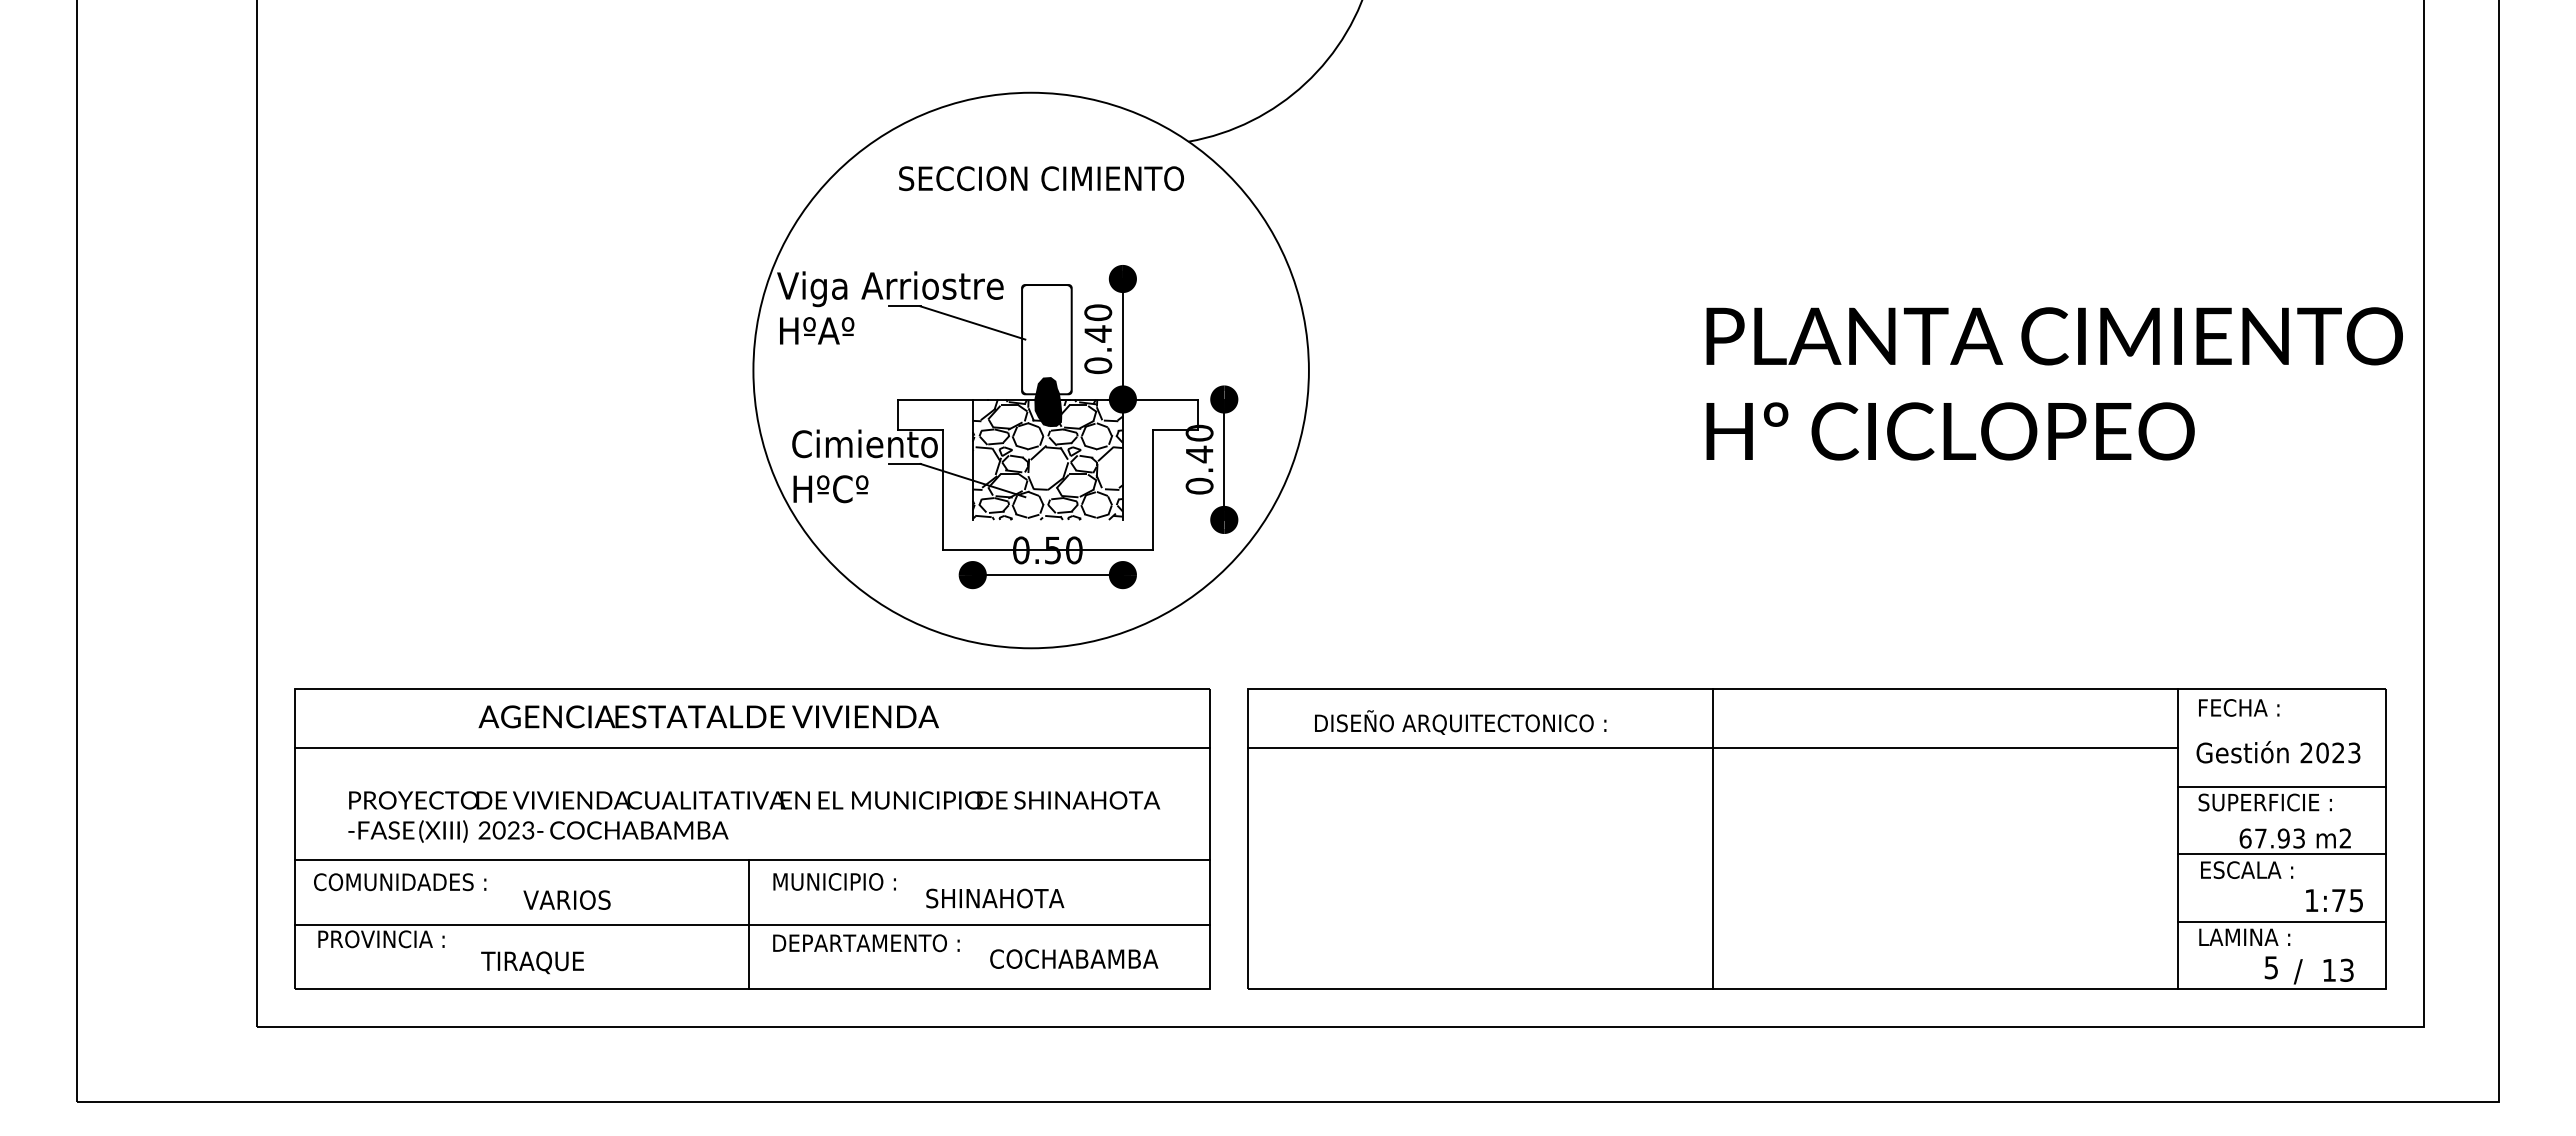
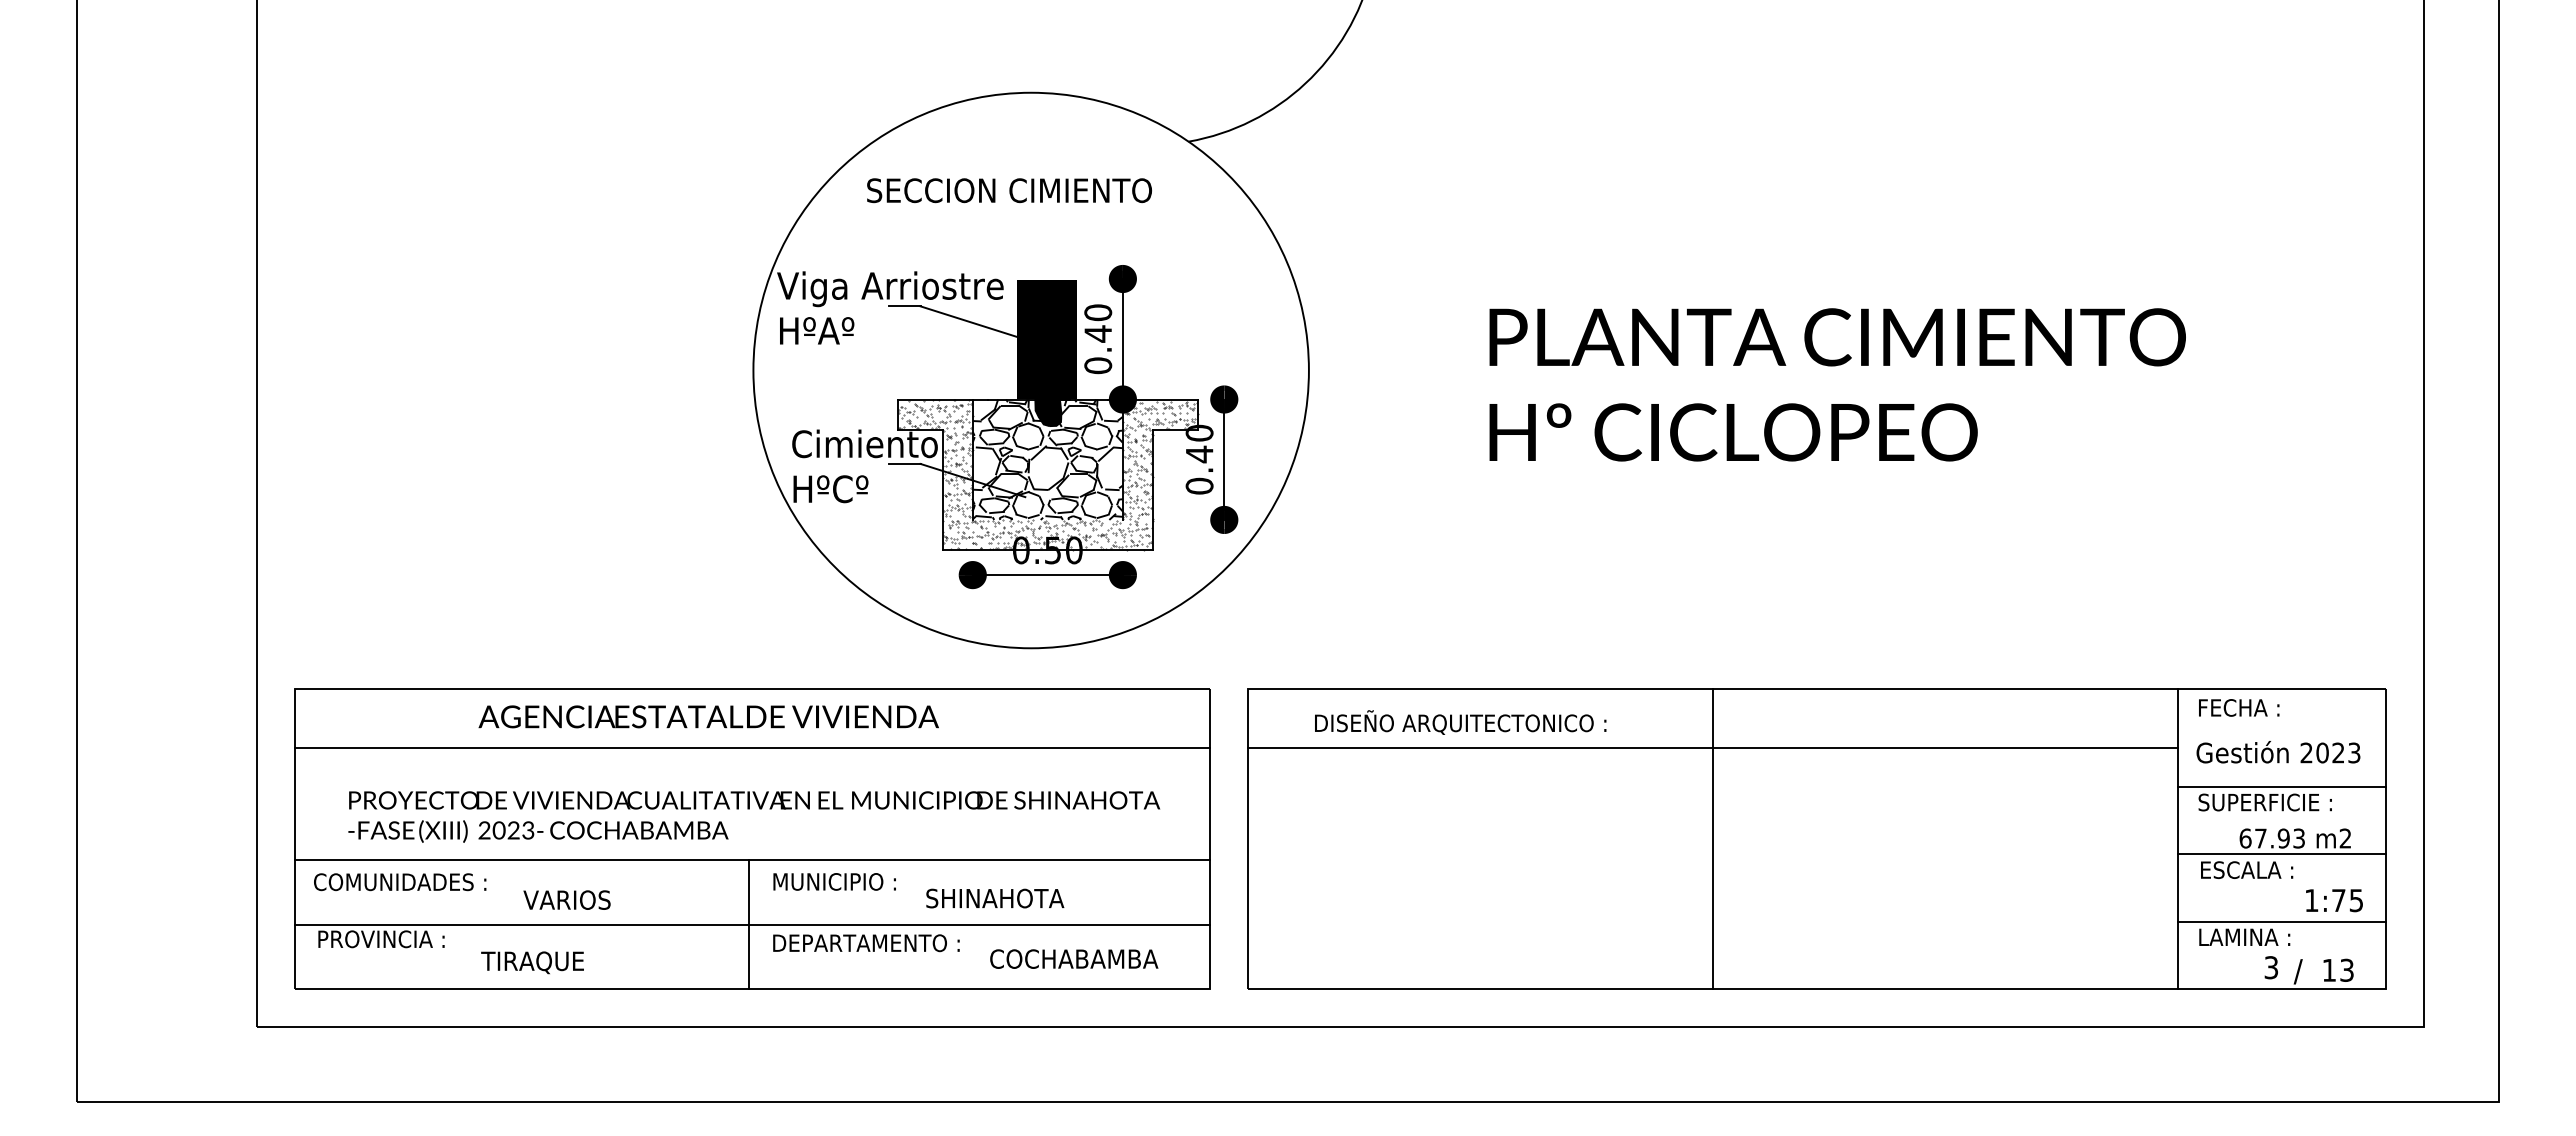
text at (1041, 178) position: (1041, 178) -> (1009, 190)
fill at (1046, 339): none -> present
text at (2054, 383) position: (2054, 383) -> (1837, 384)
hatch at (1047, 474): none -> present
text at (2271, 967): 5 -> 3
